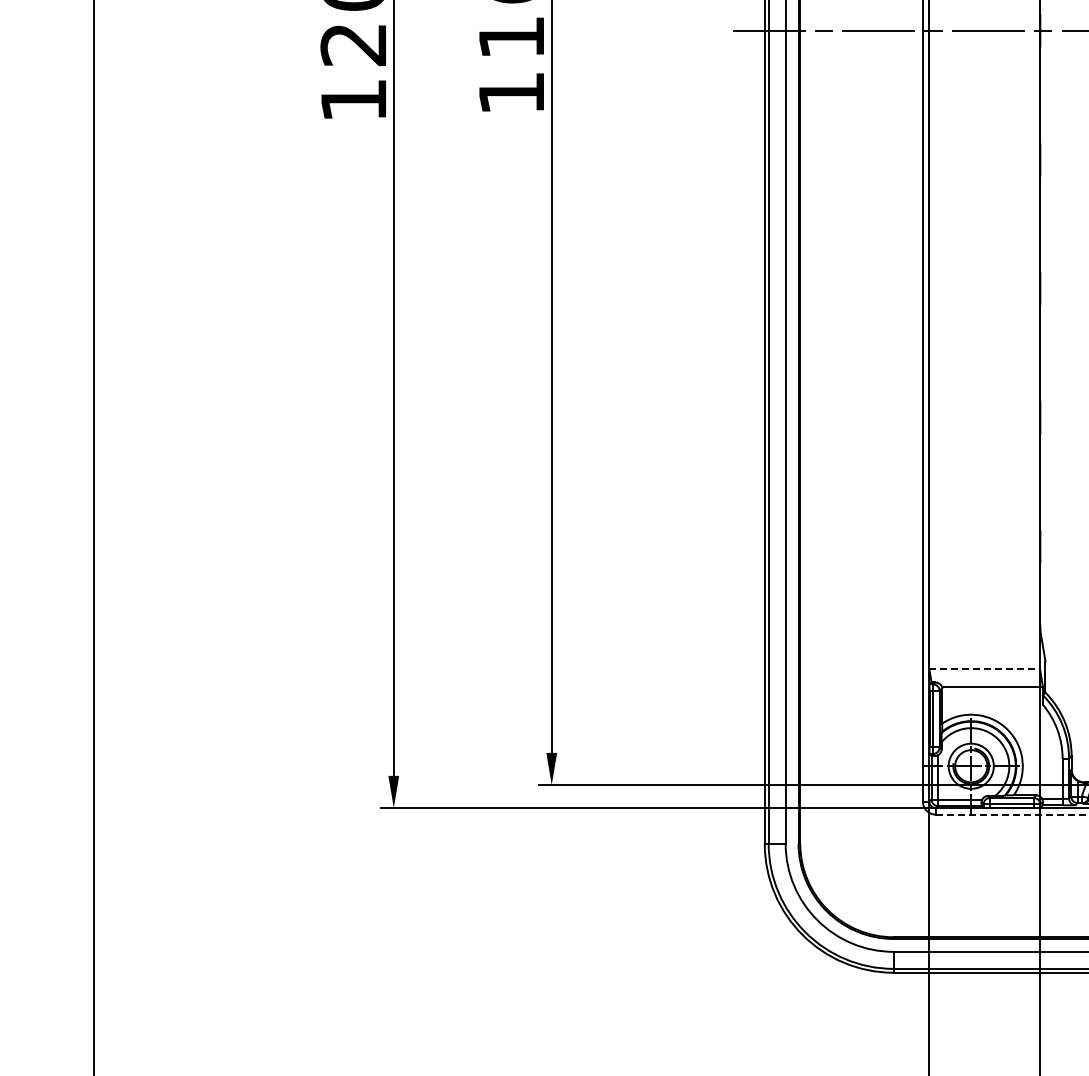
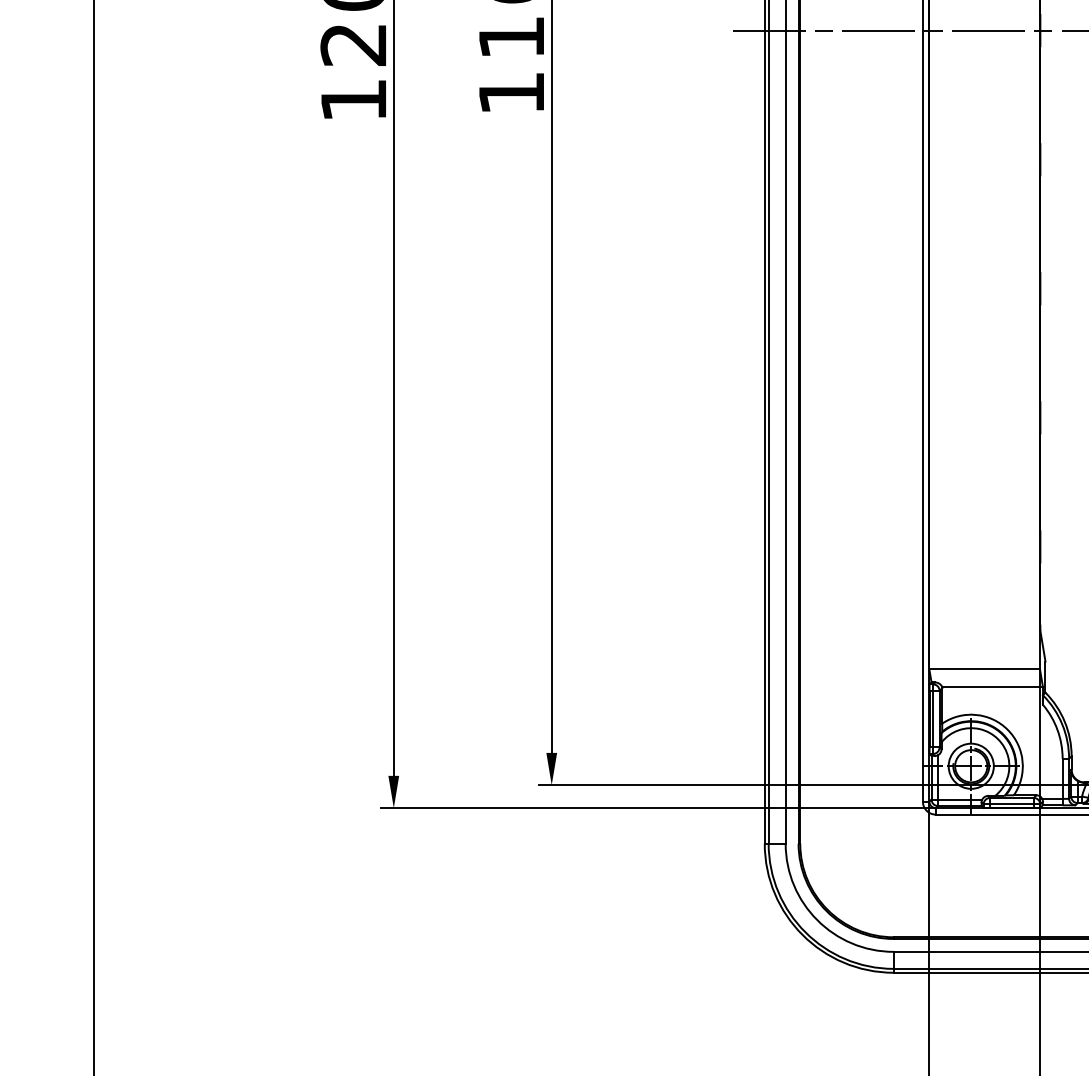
line at (985, 669): dashed -> solid
line at (1012, 814): dashed -> solid
